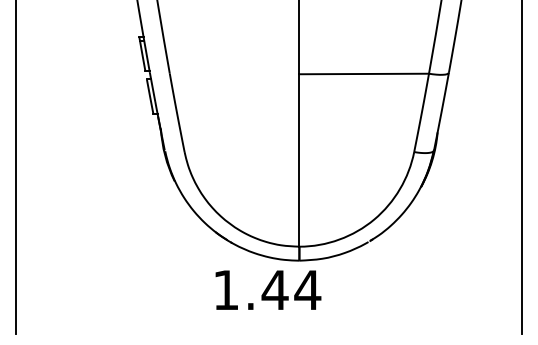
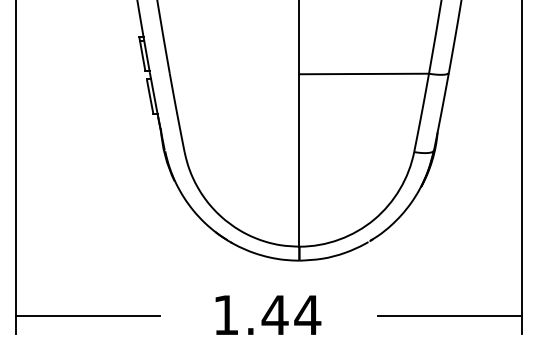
text at (268, 289) position: (268, 289) -> (268, 314)
line at (87, 315): none -> present
line at (449, 315): none -> present
